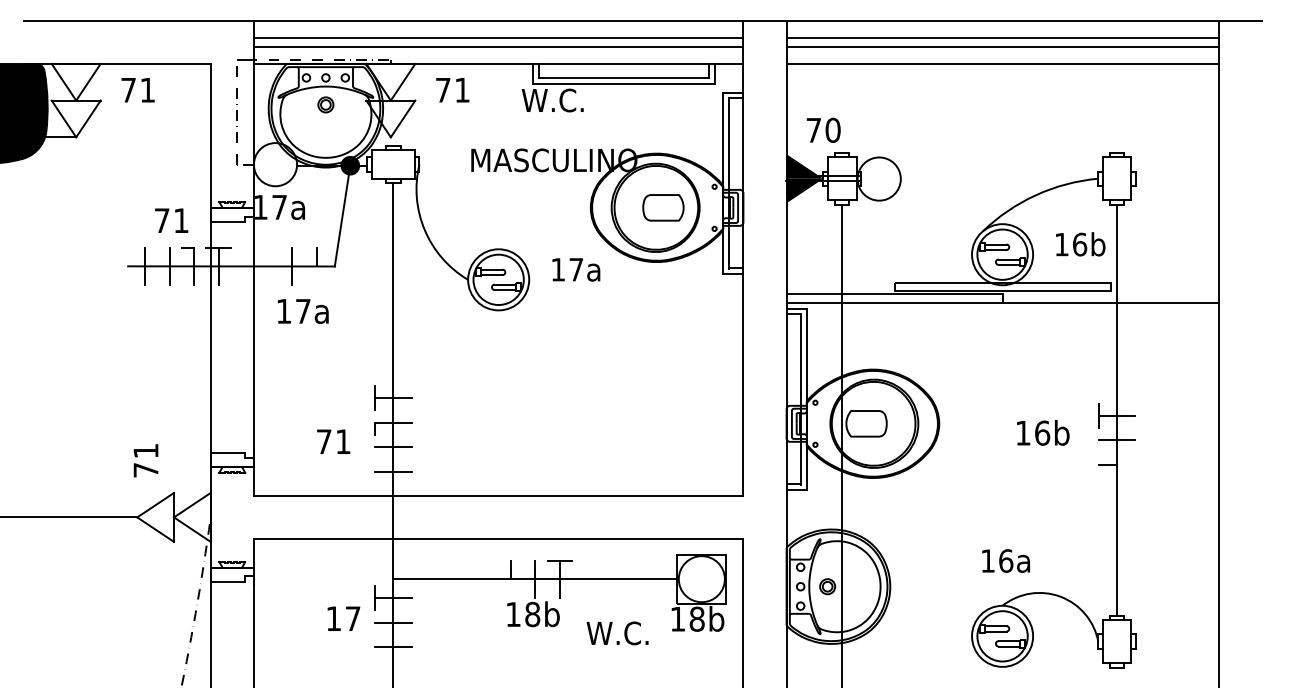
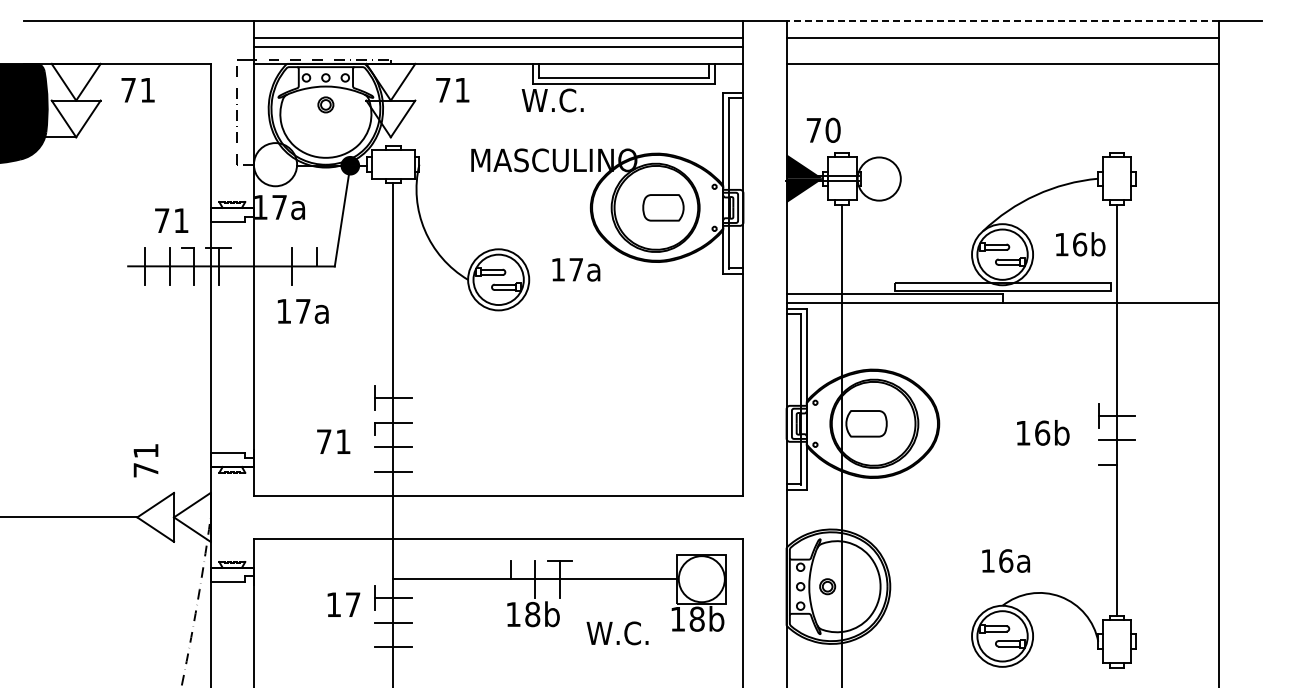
line at (1002, 20): solid -> dashed
line at (1002, 46): present -> none
text at (343, 618) position: (343, 618) -> (343, 604)
